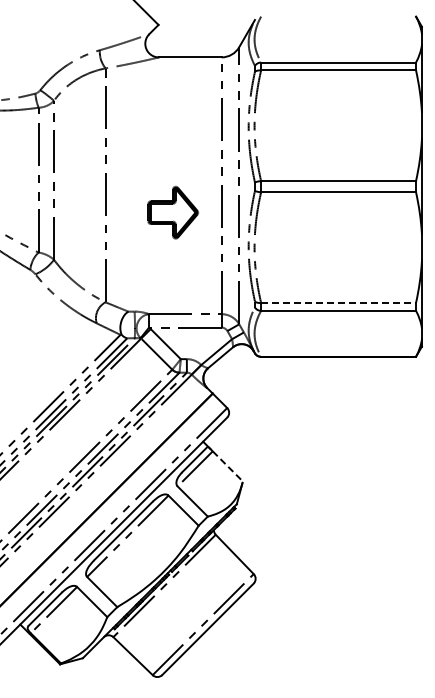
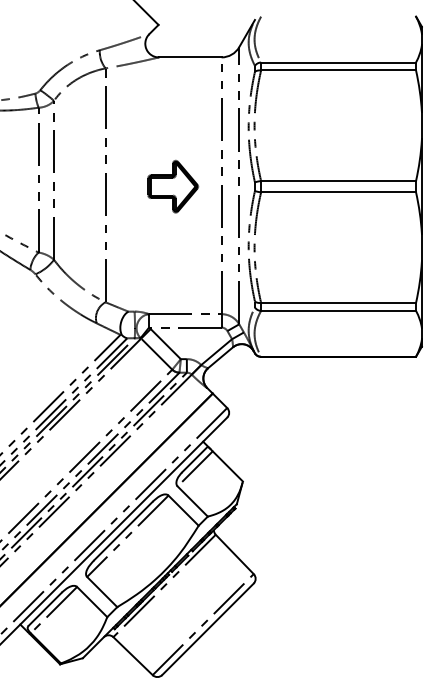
part at (173, 212) position: (173, 212) -> (173, 186)
line at (339, 302): dashed -> solid
line at (228, 466): dashed -> solid
